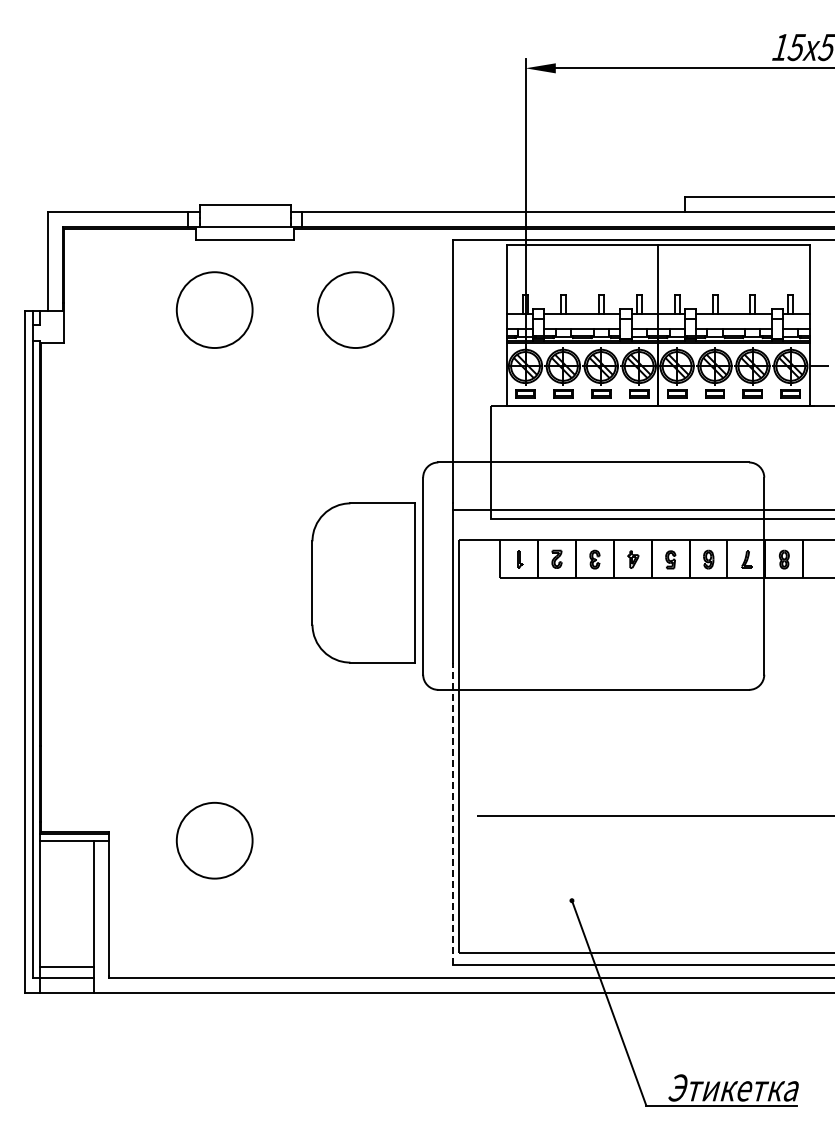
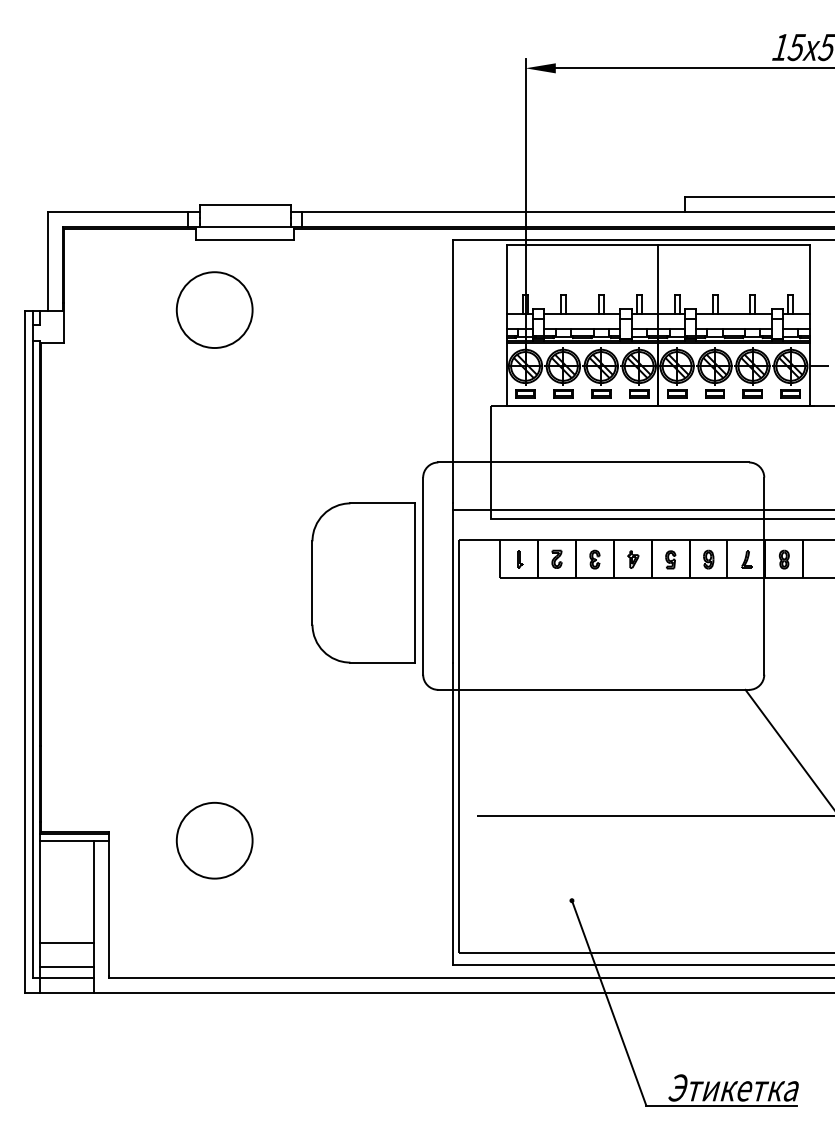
circle at (355, 309): present -> none
line at (788, 747): none -> present
line at (452, 813): dashed -> solid
line at (67, 943): none -> present
